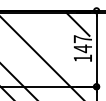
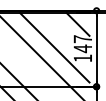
line at (54, 47): none -> present
